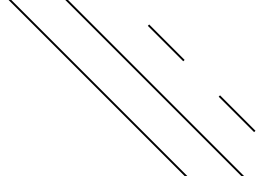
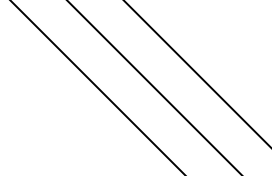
line at (197, 73): dashed -> solid
